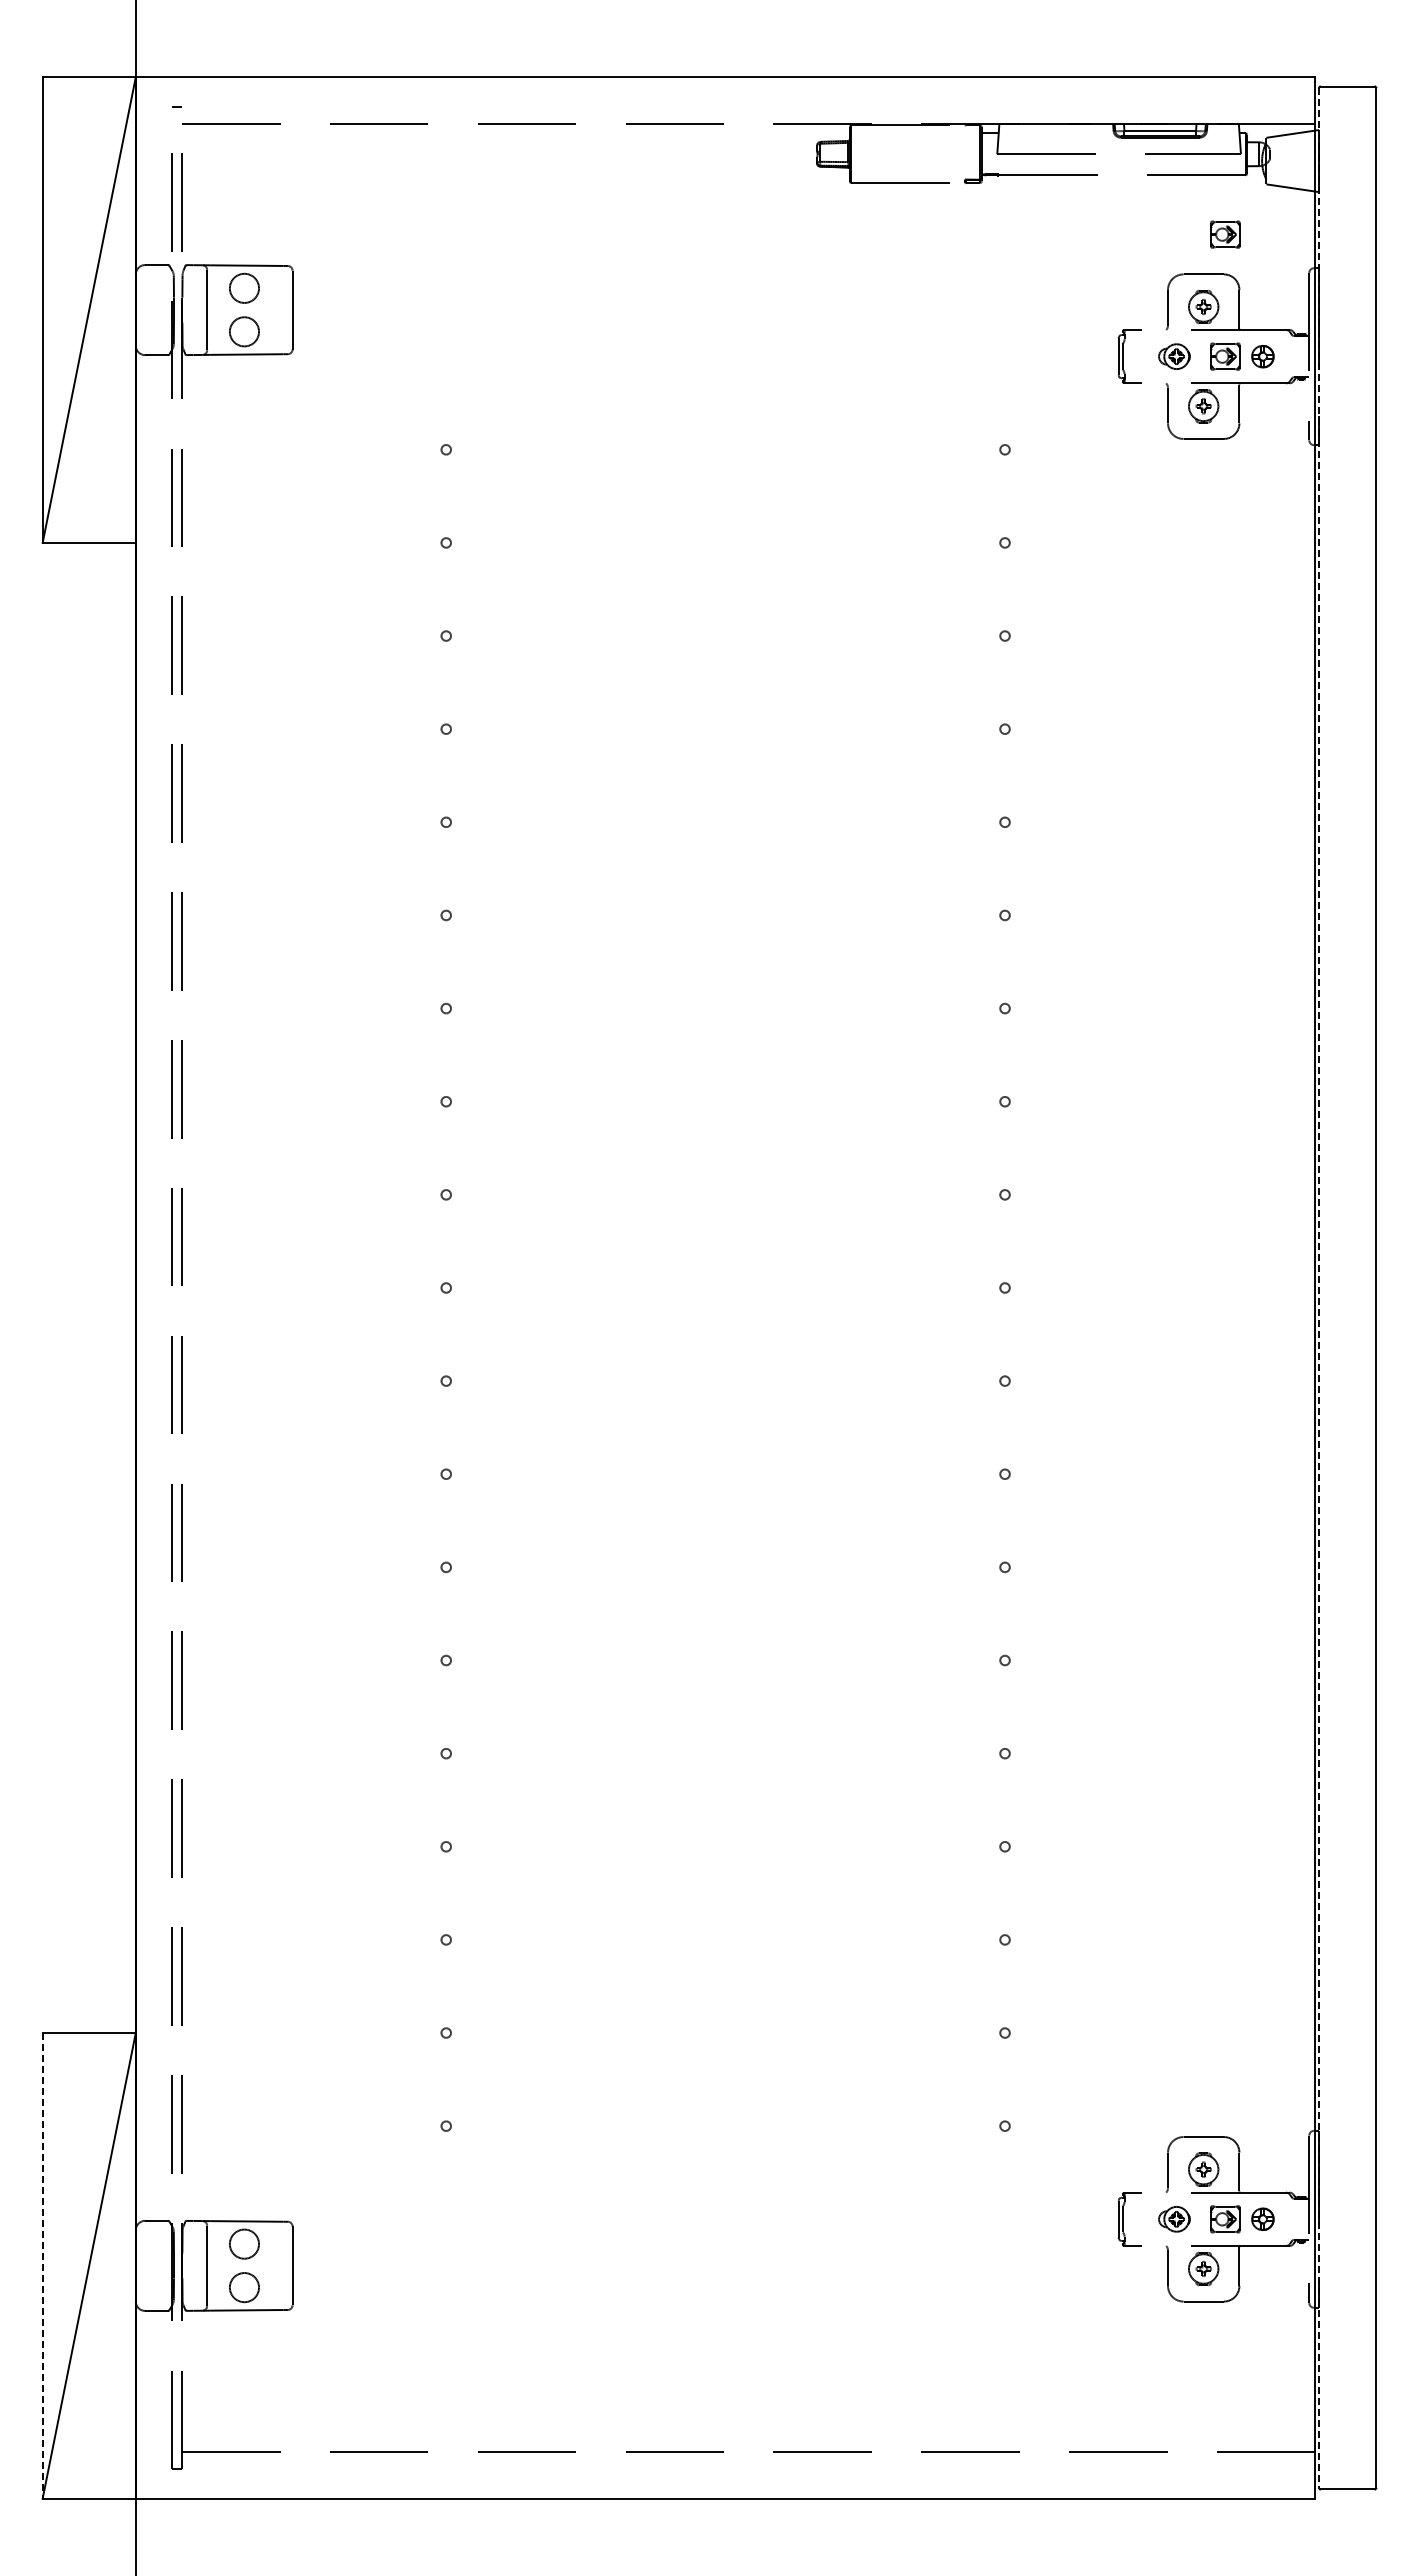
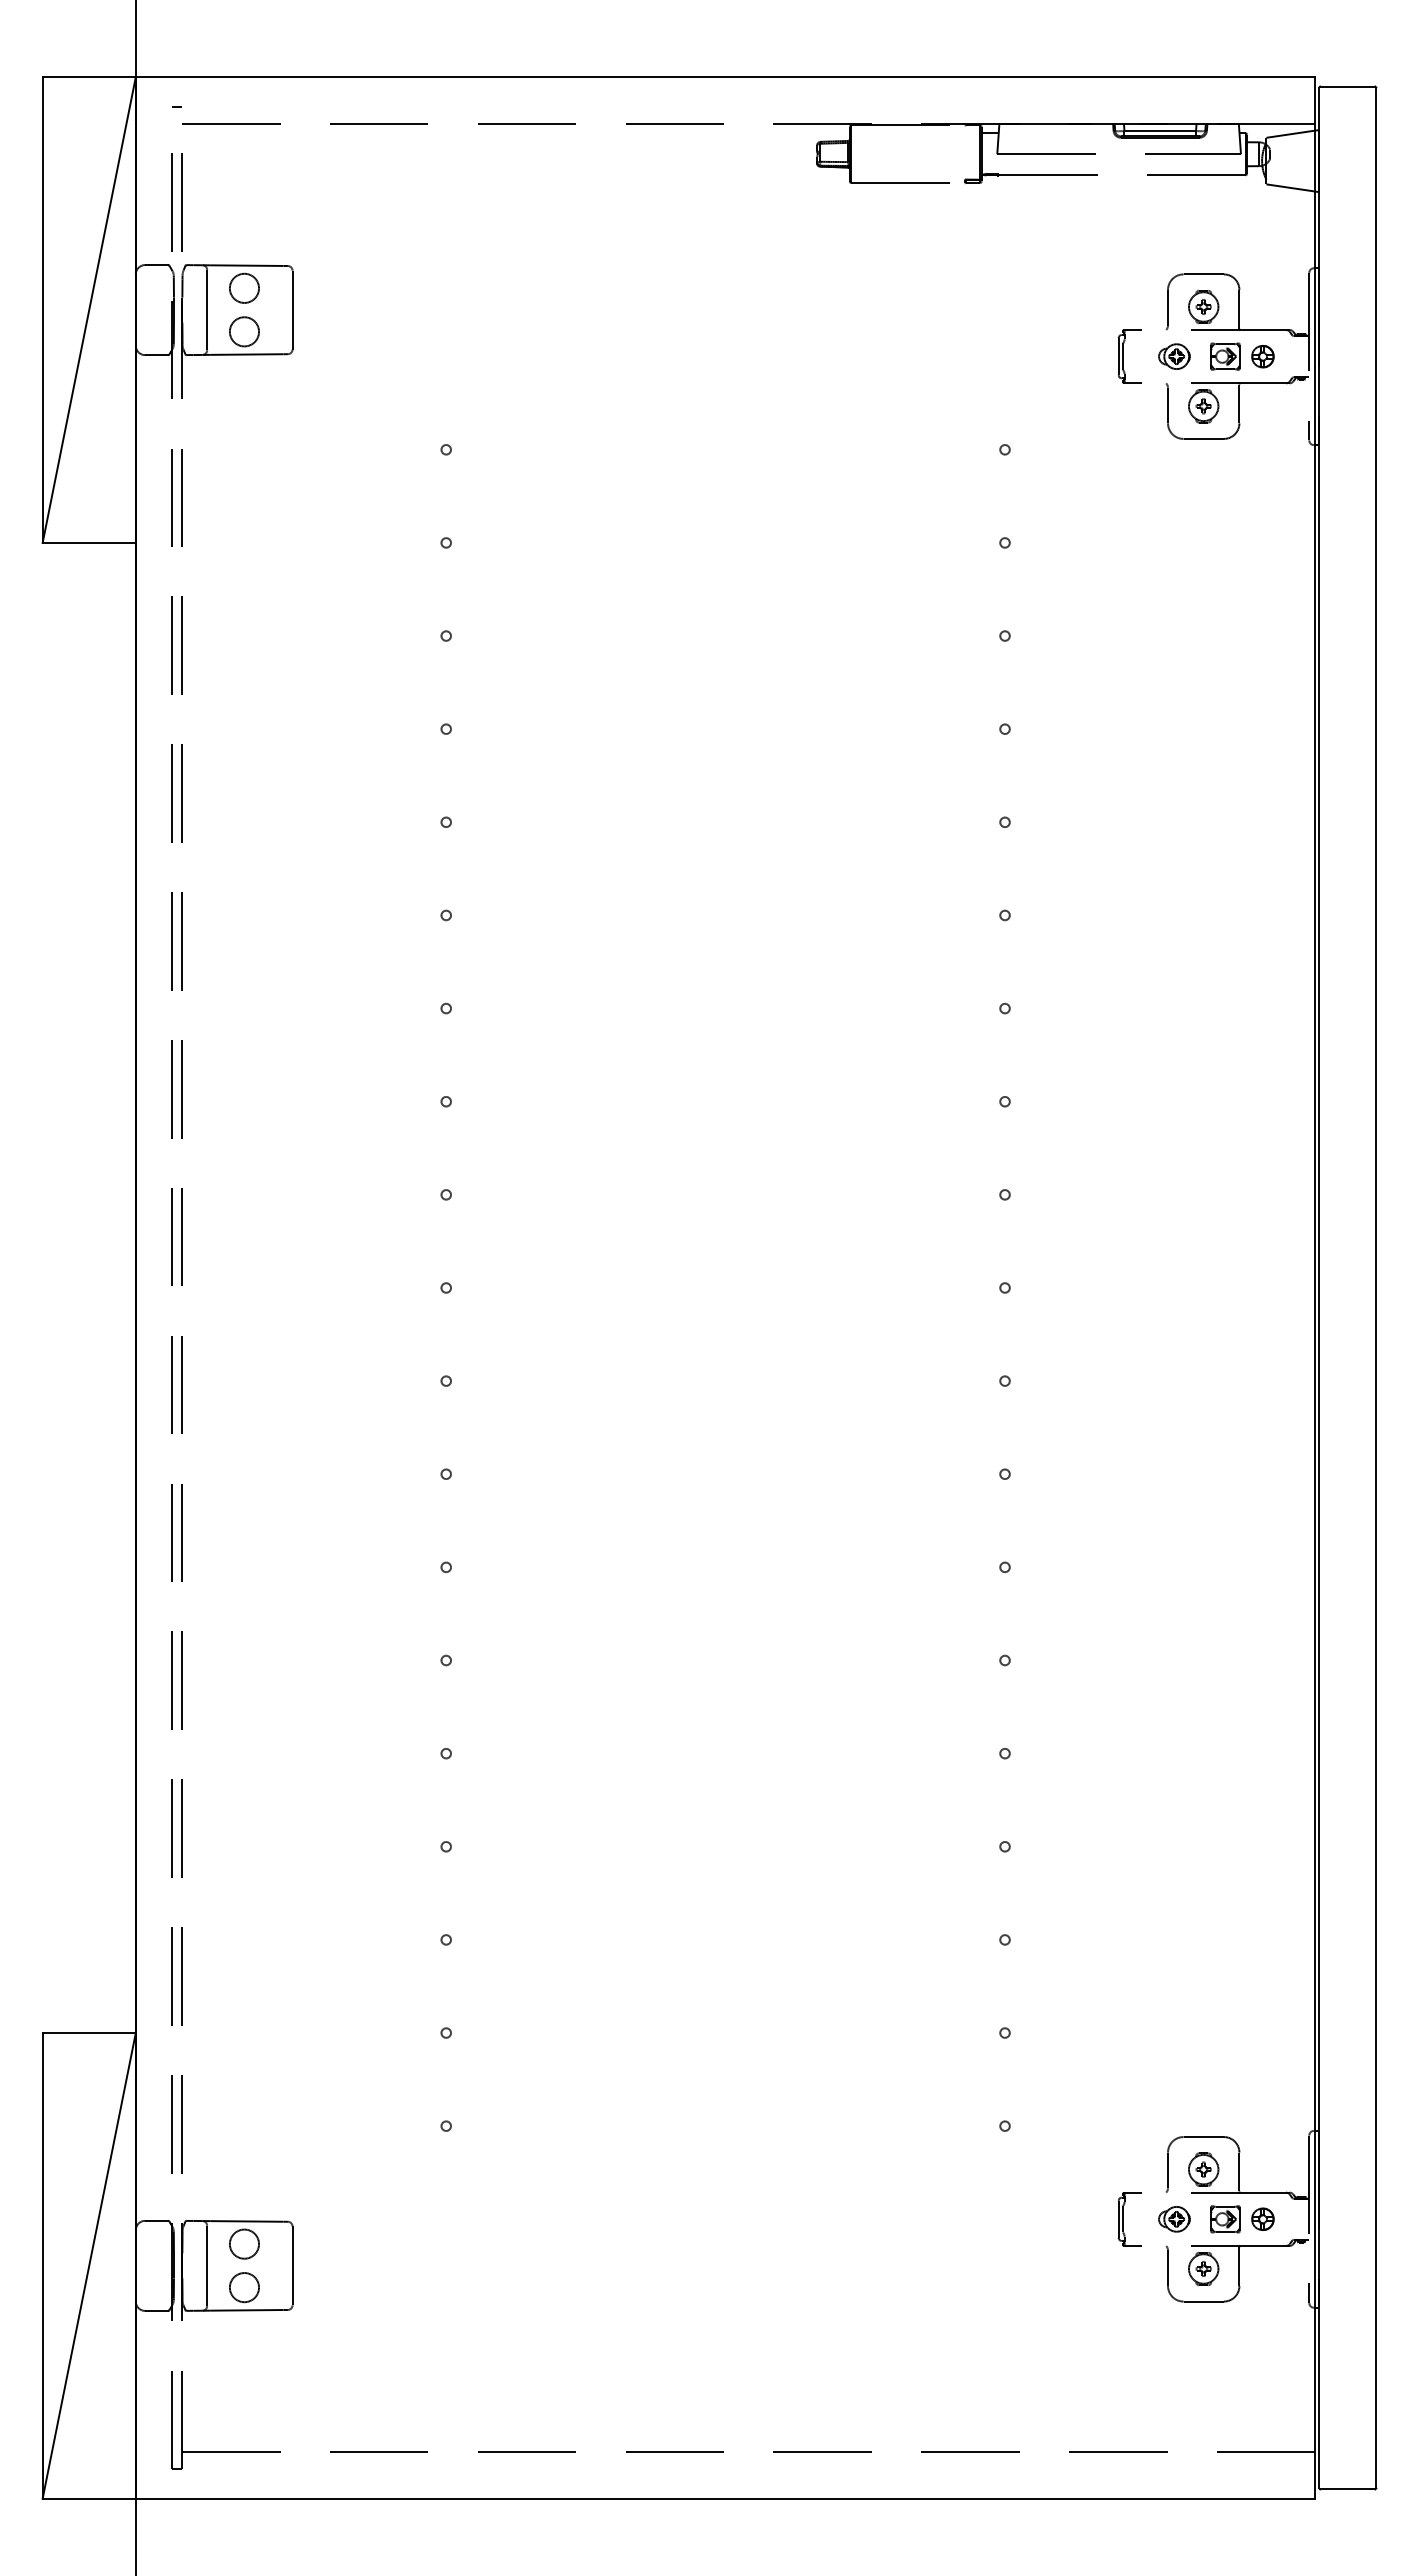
part at (1225, 234): present -> none
line at (1319, 1288): dashed -> solid
line at (42, 2265): dashed -> solid
